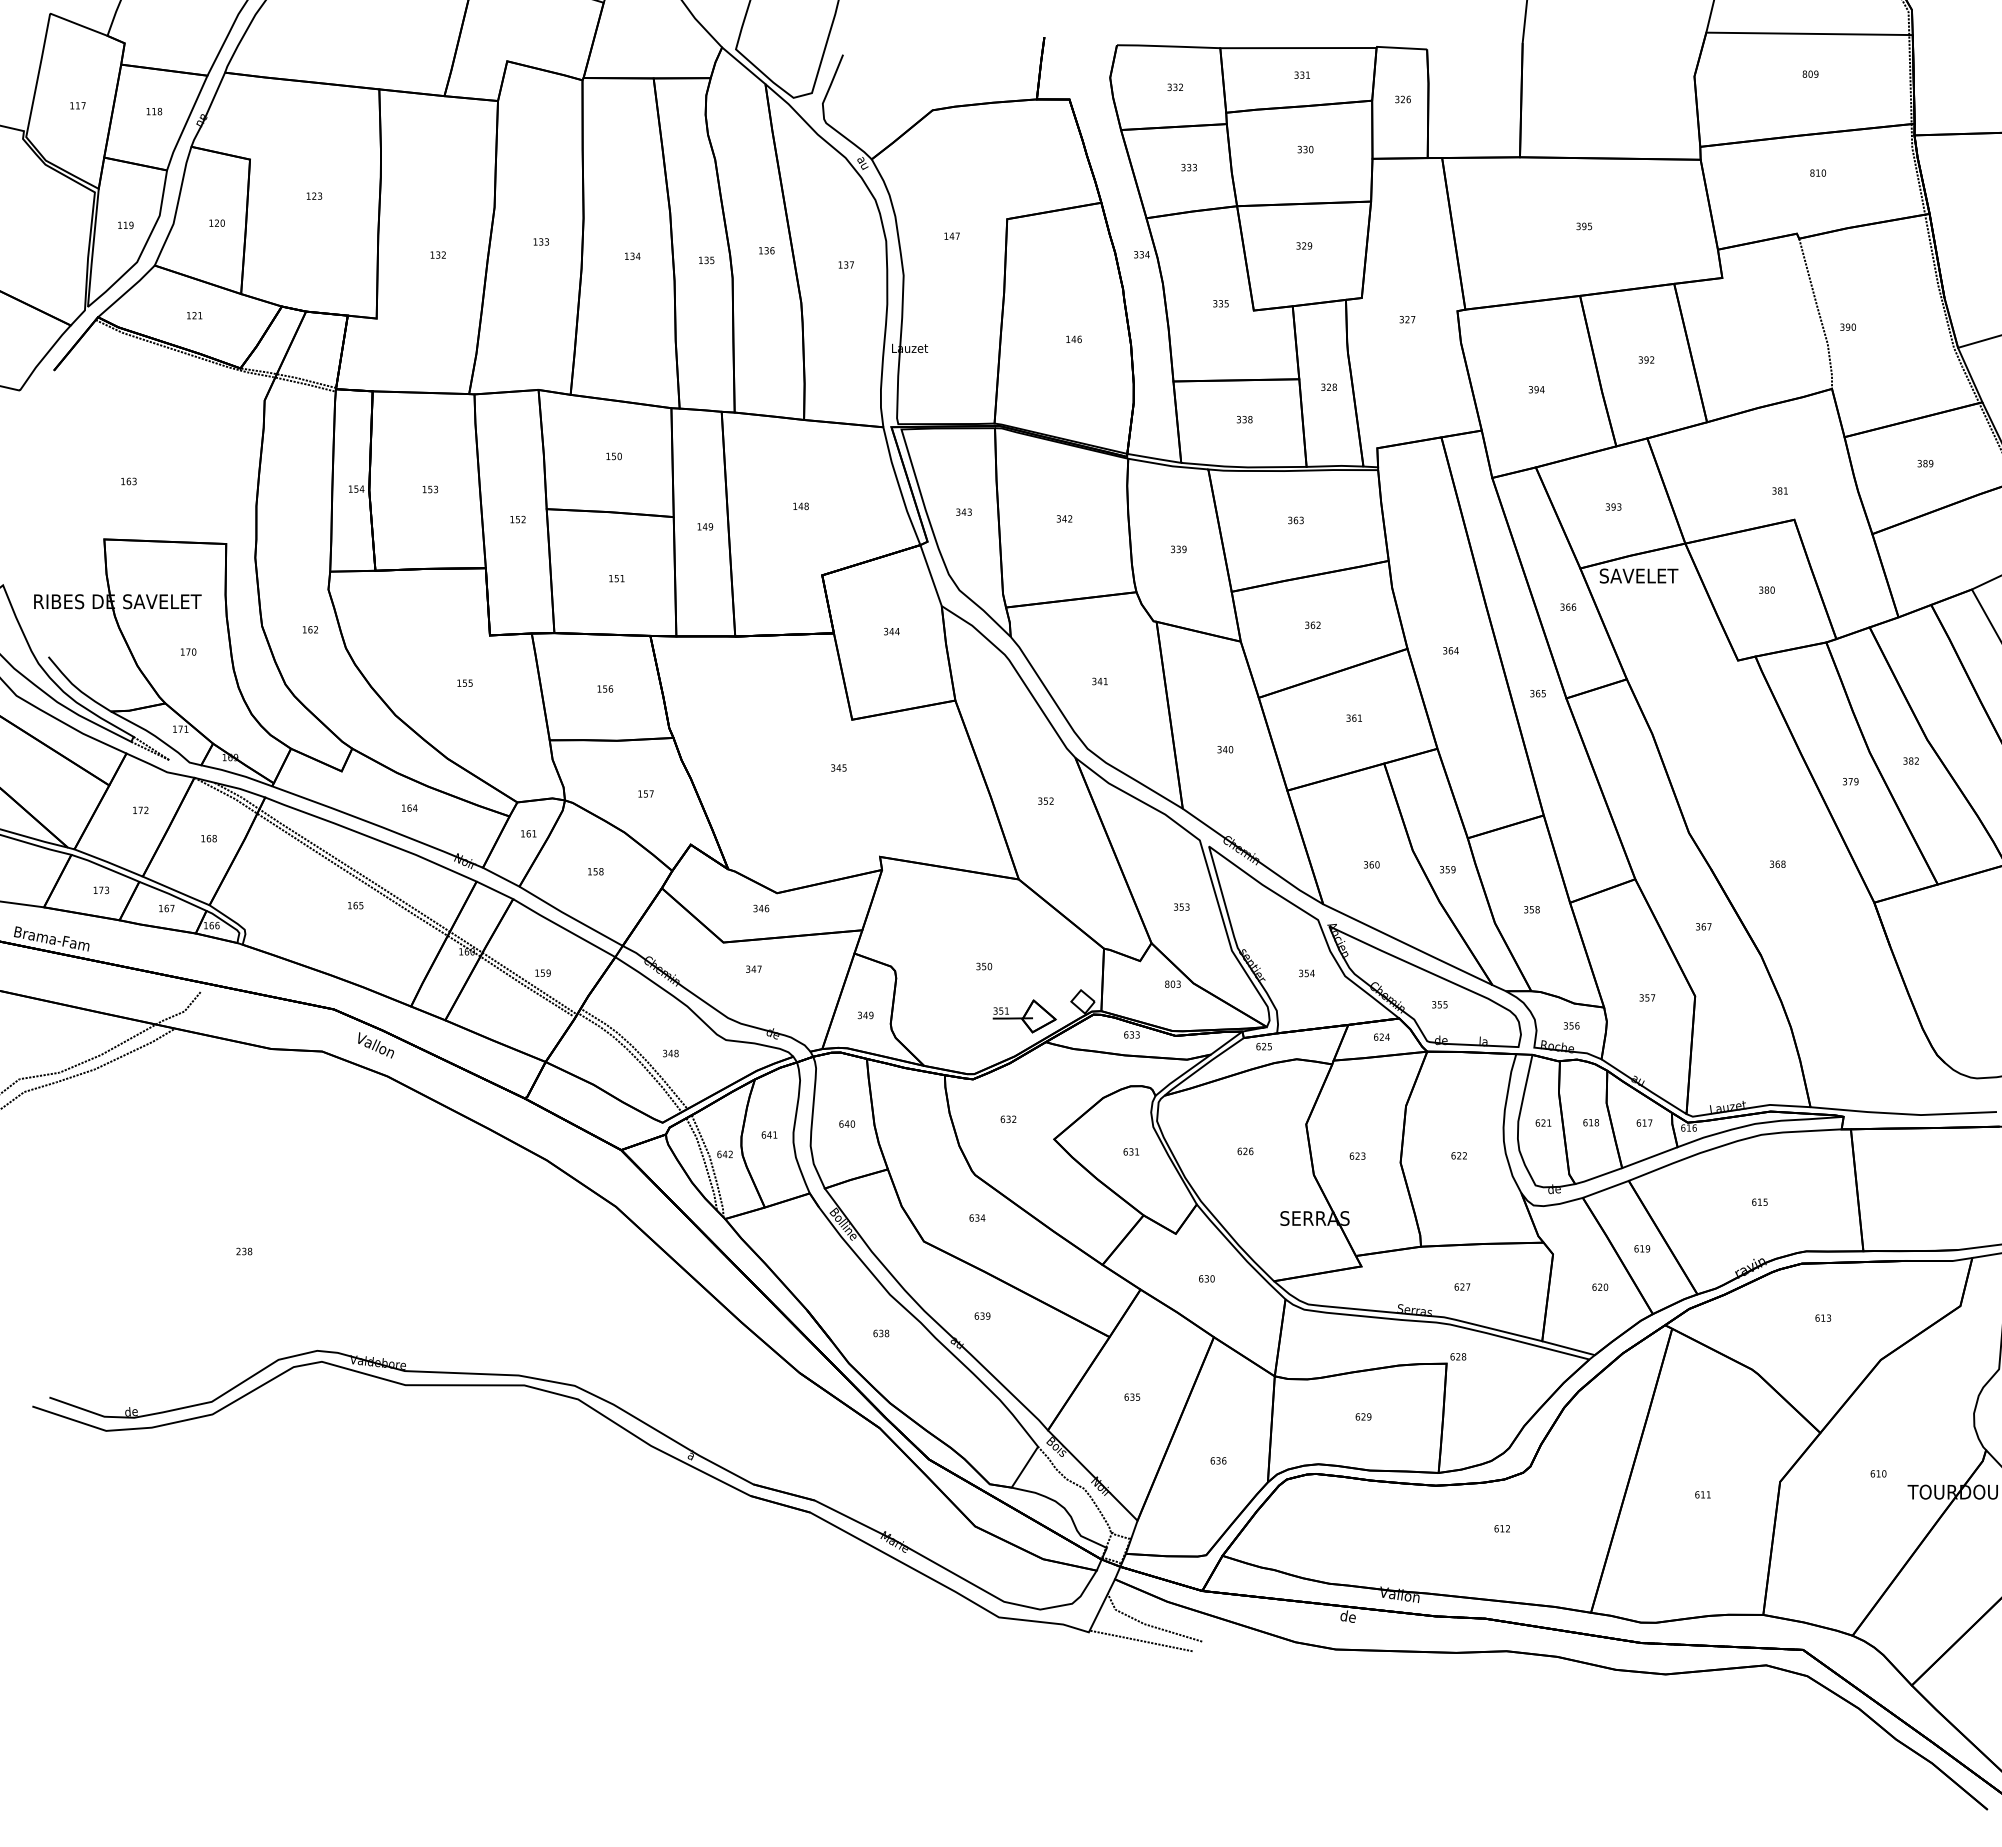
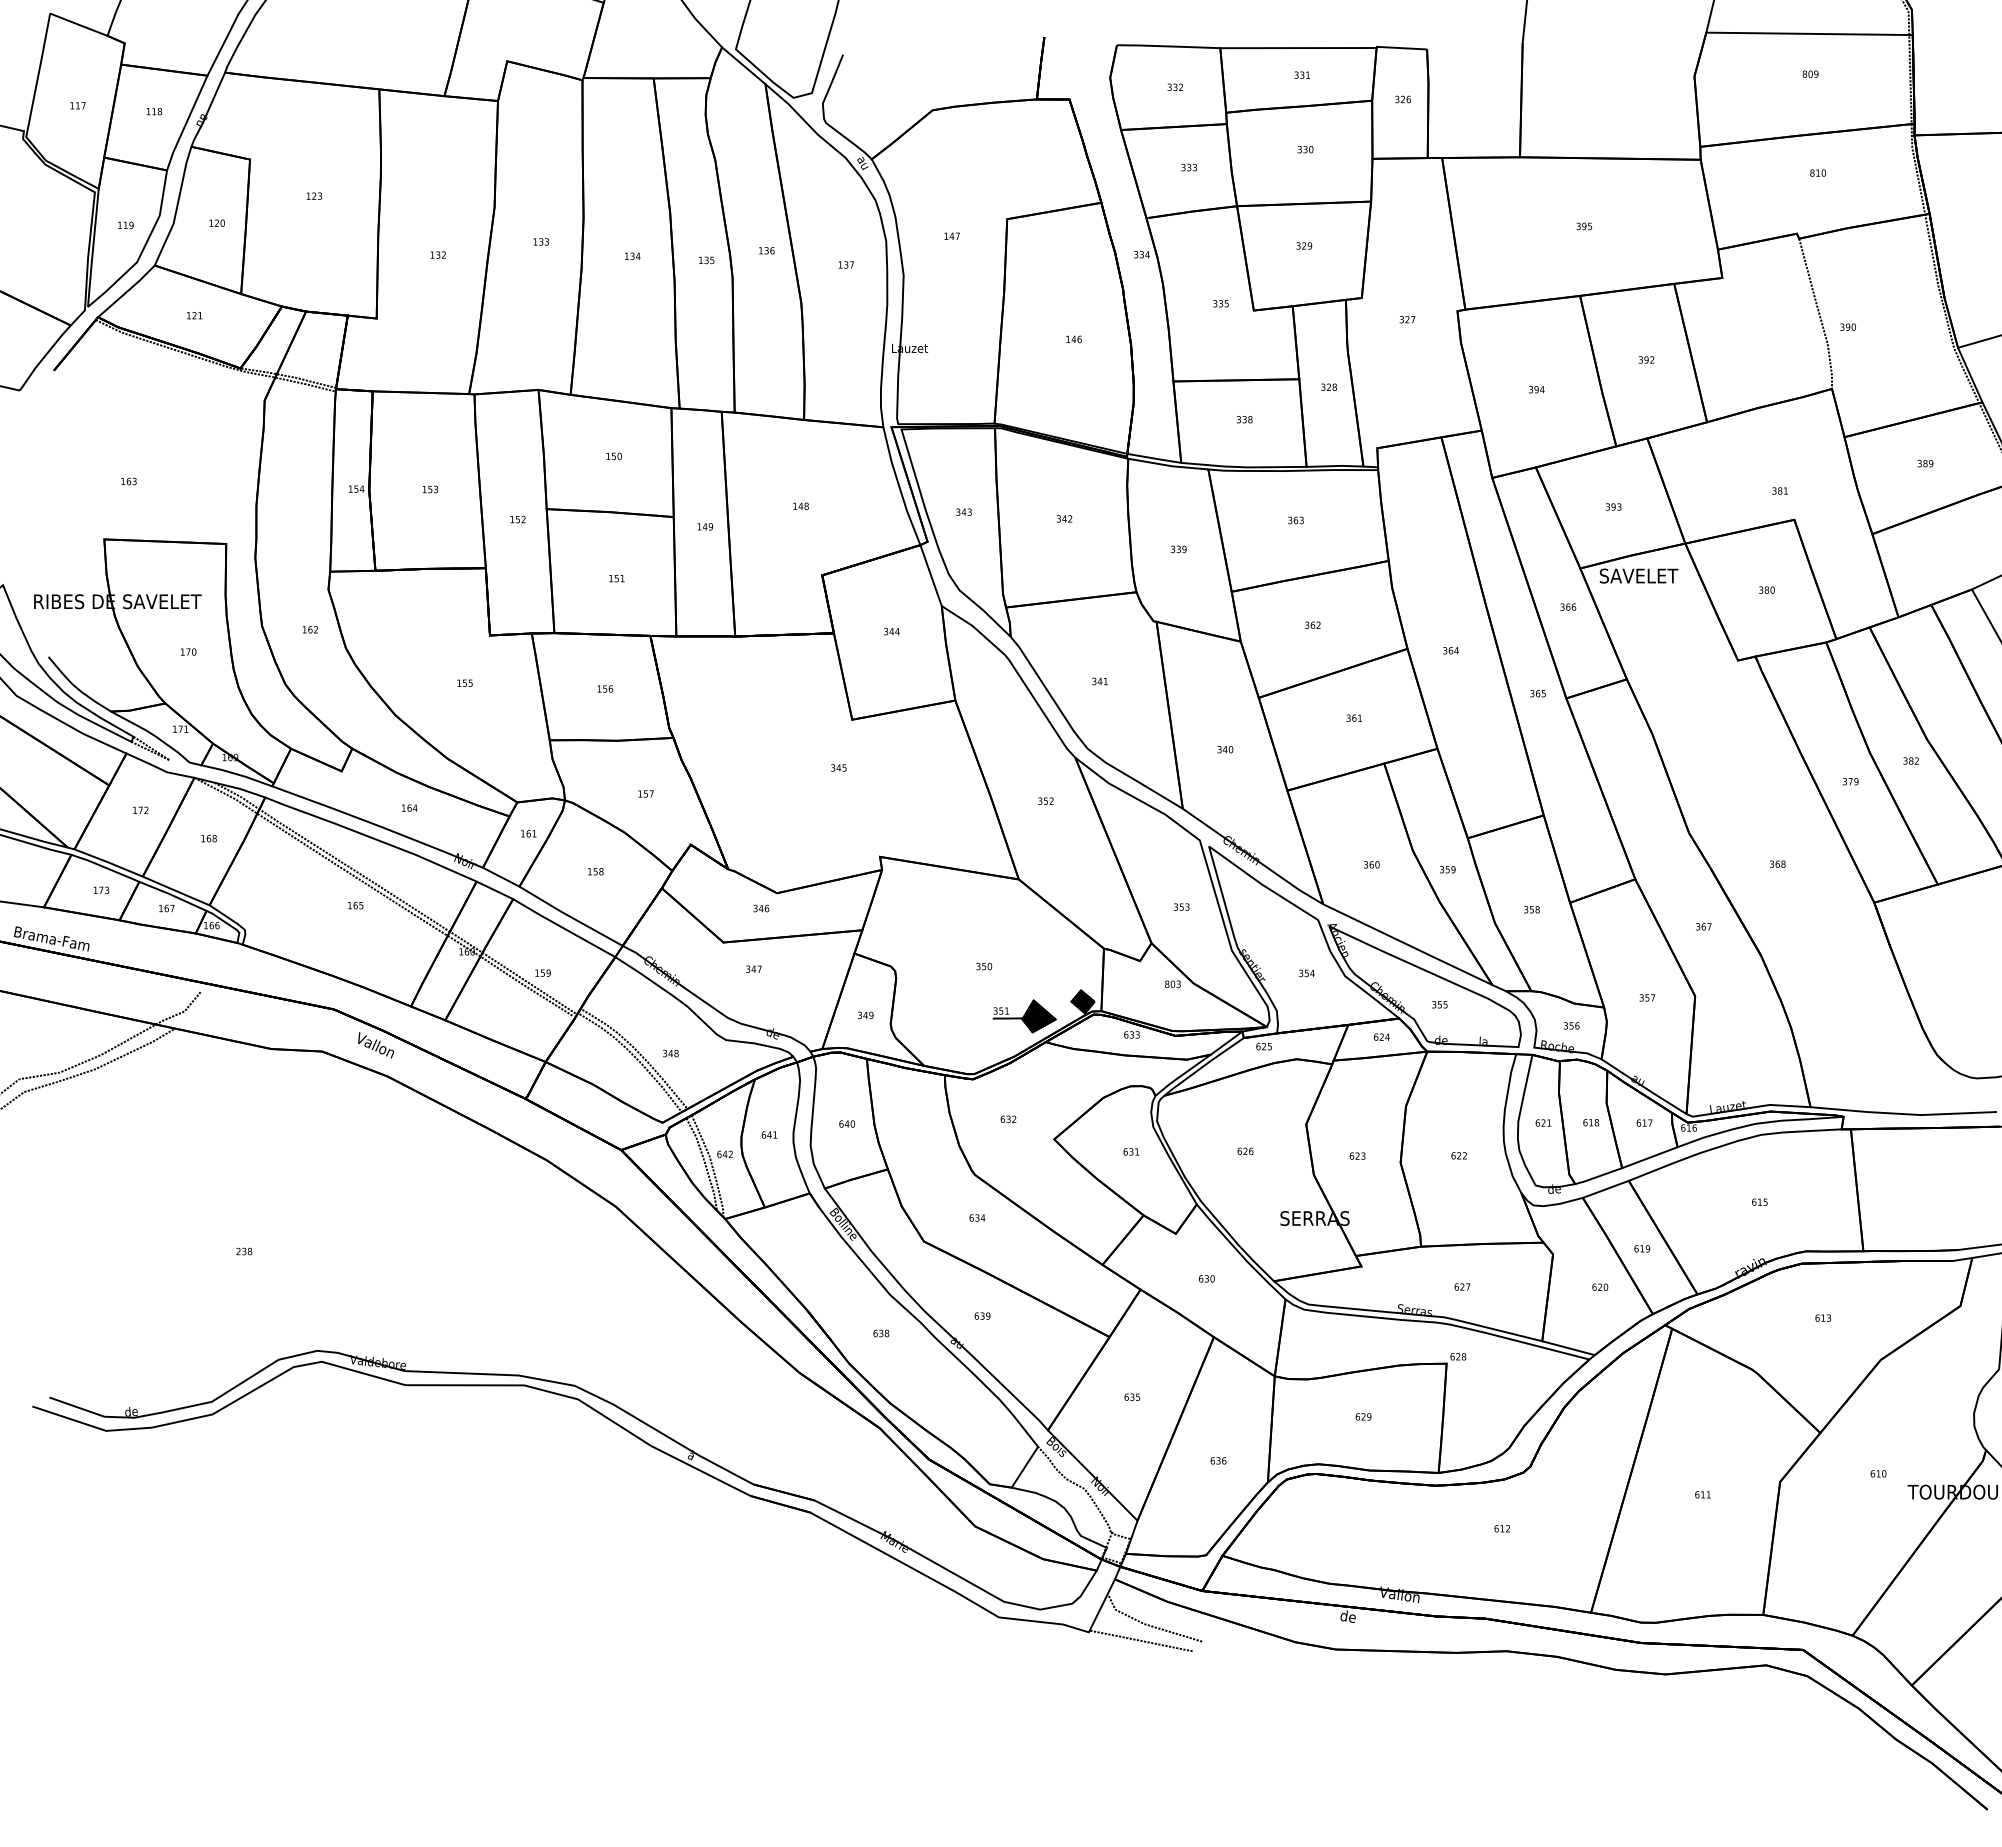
fill at (1082, 1001): none -> present
fill at (1038, 1016): none -> present
